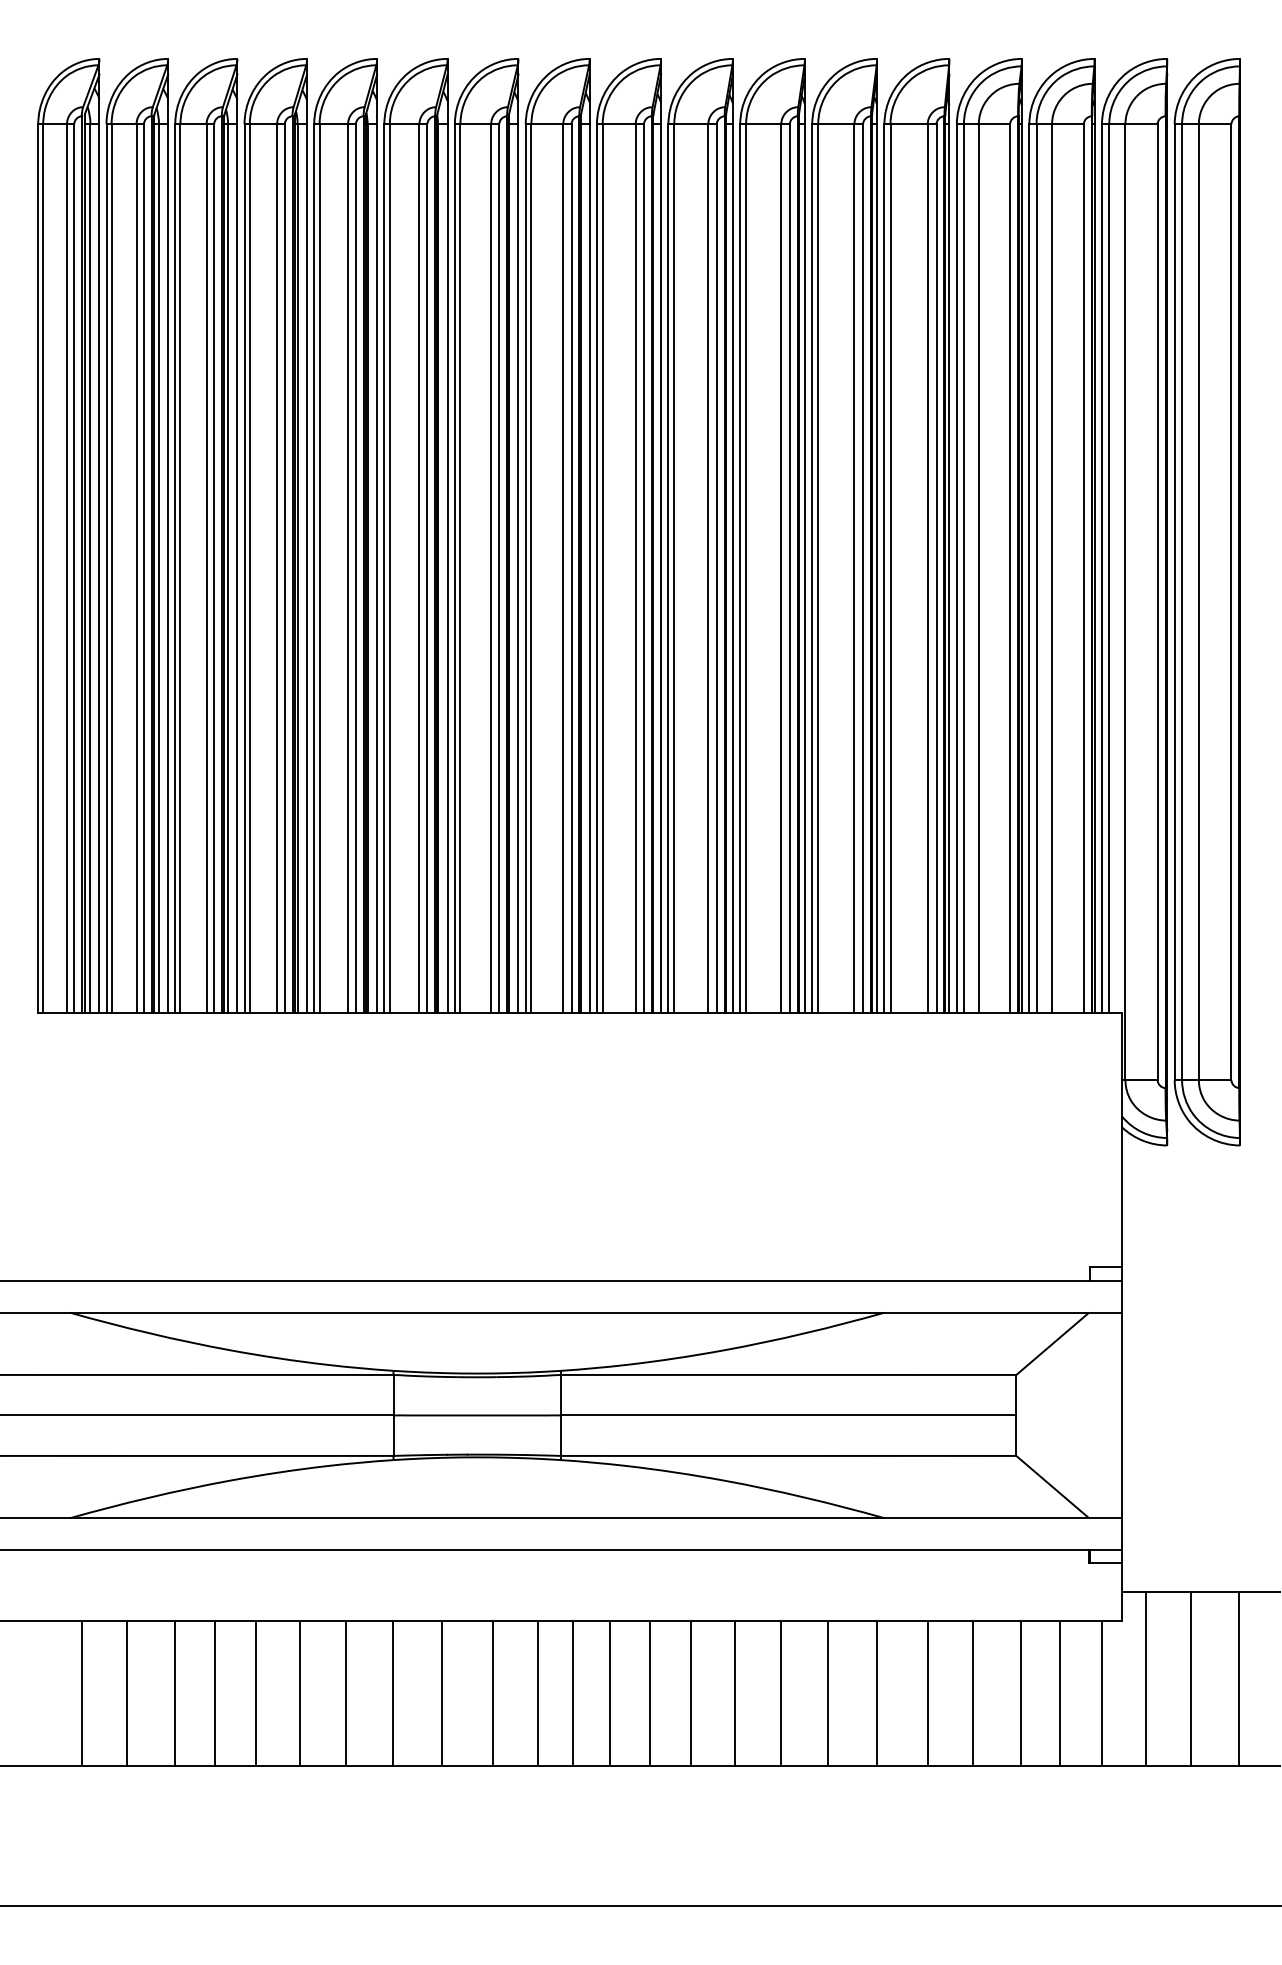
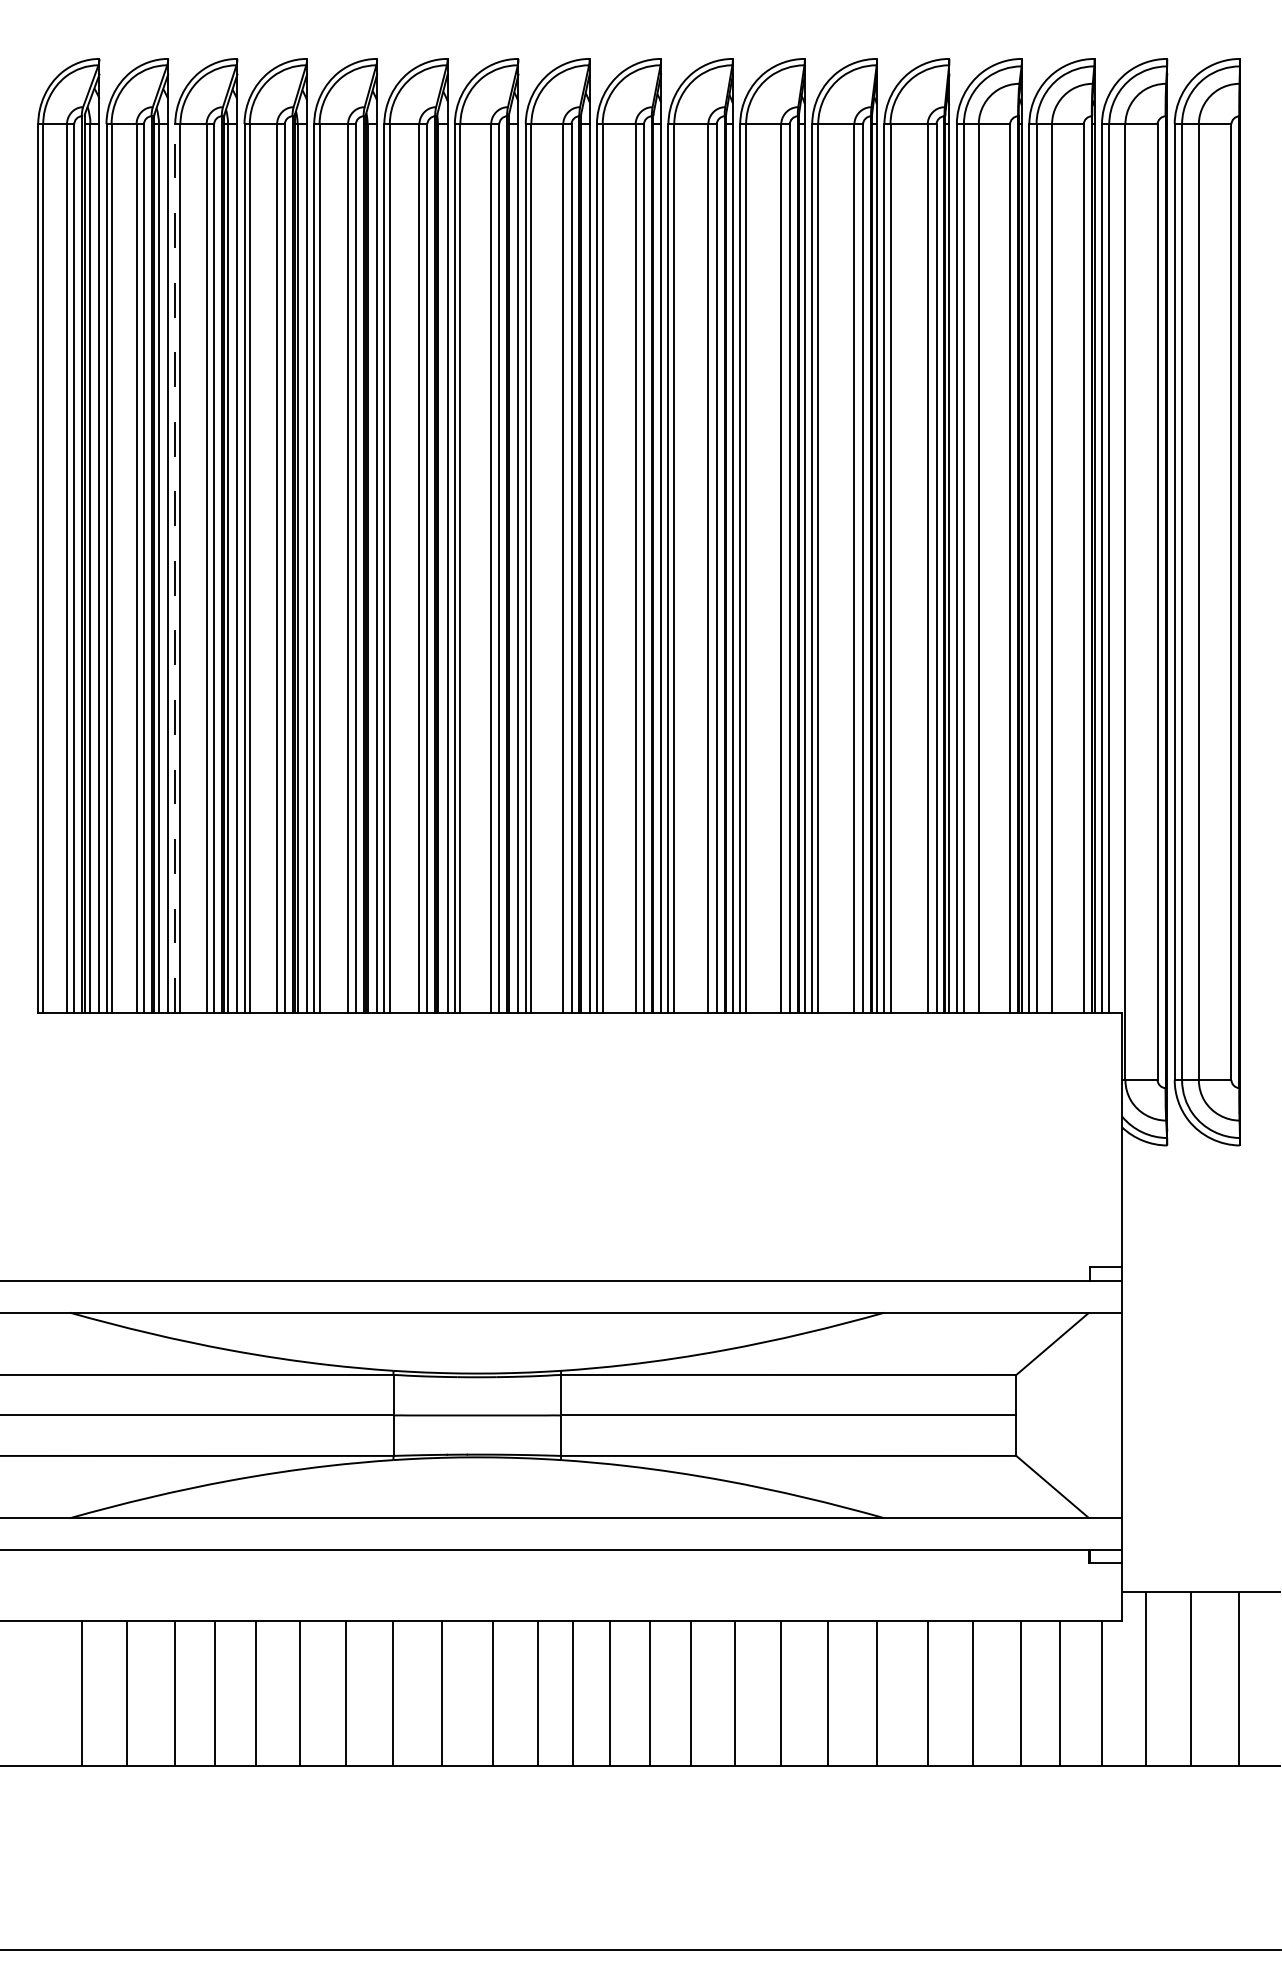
line at (175, 568): solid -> dashed
line at (640, 1906) position: (640, 1906) -> (640, 1950)
